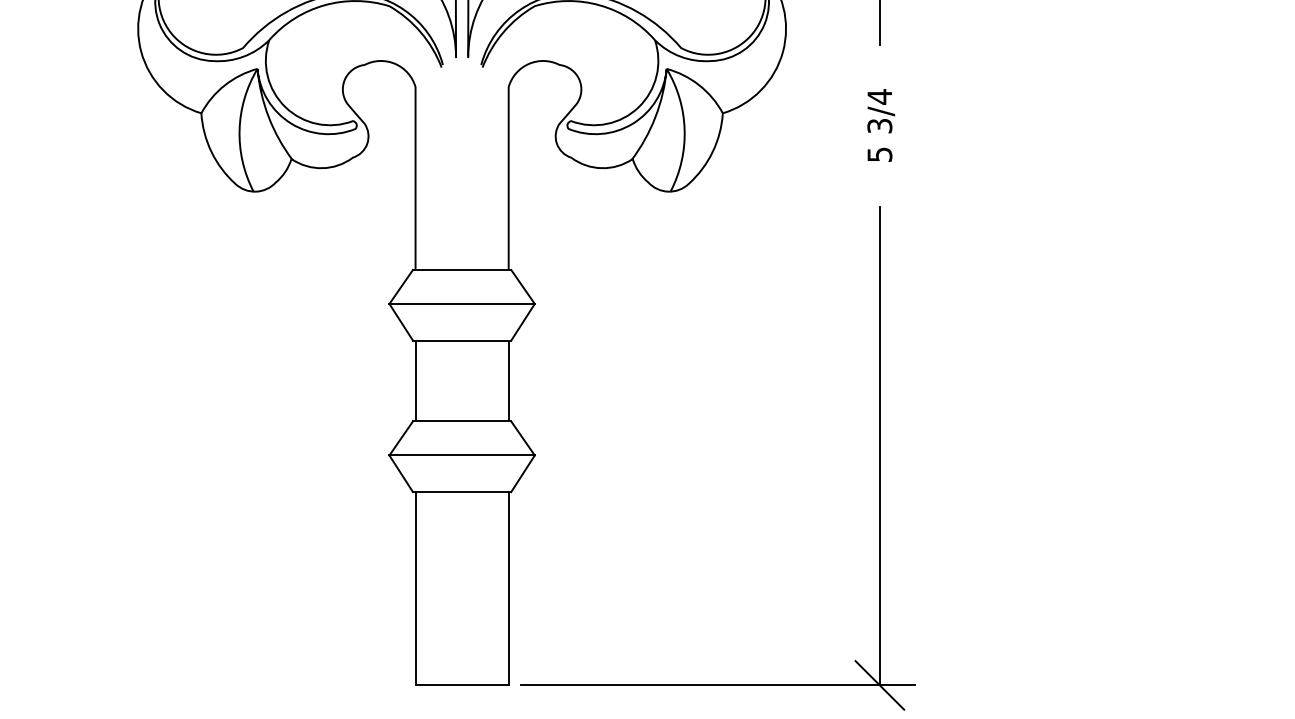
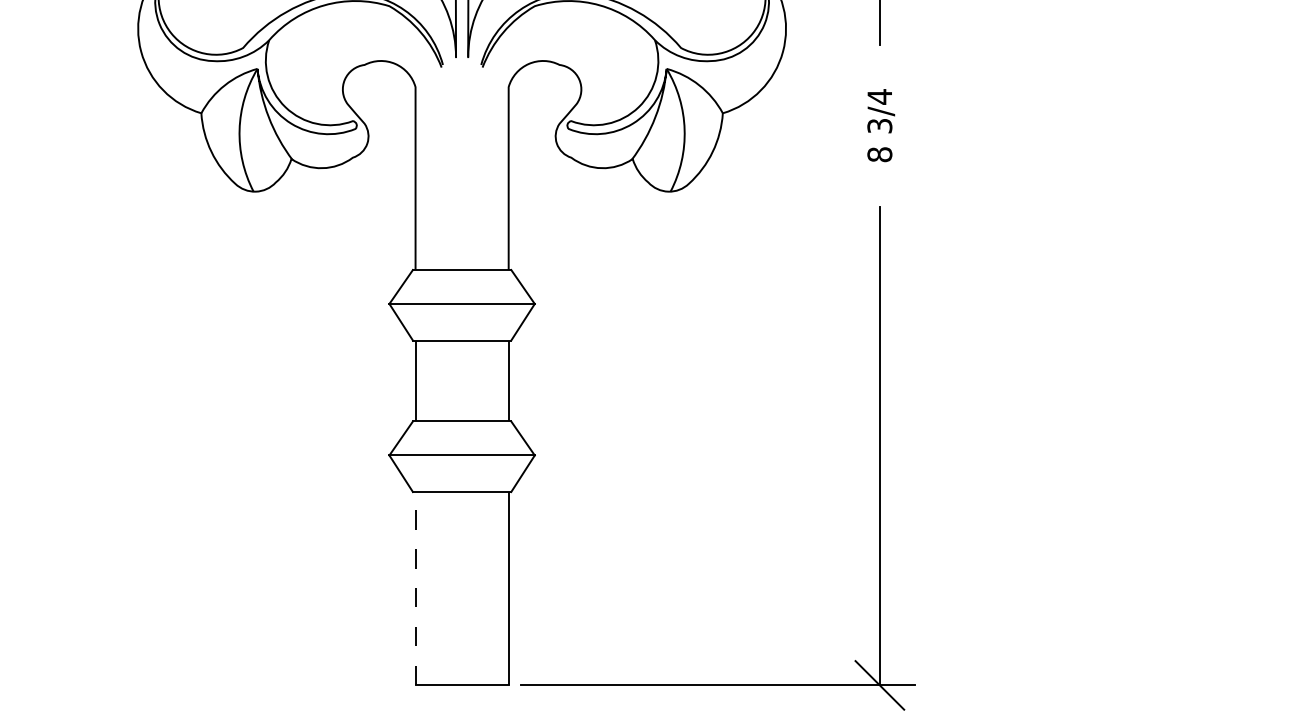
text at (879, 154): 5 -> 8
line at (415, 588): solid -> dashed
